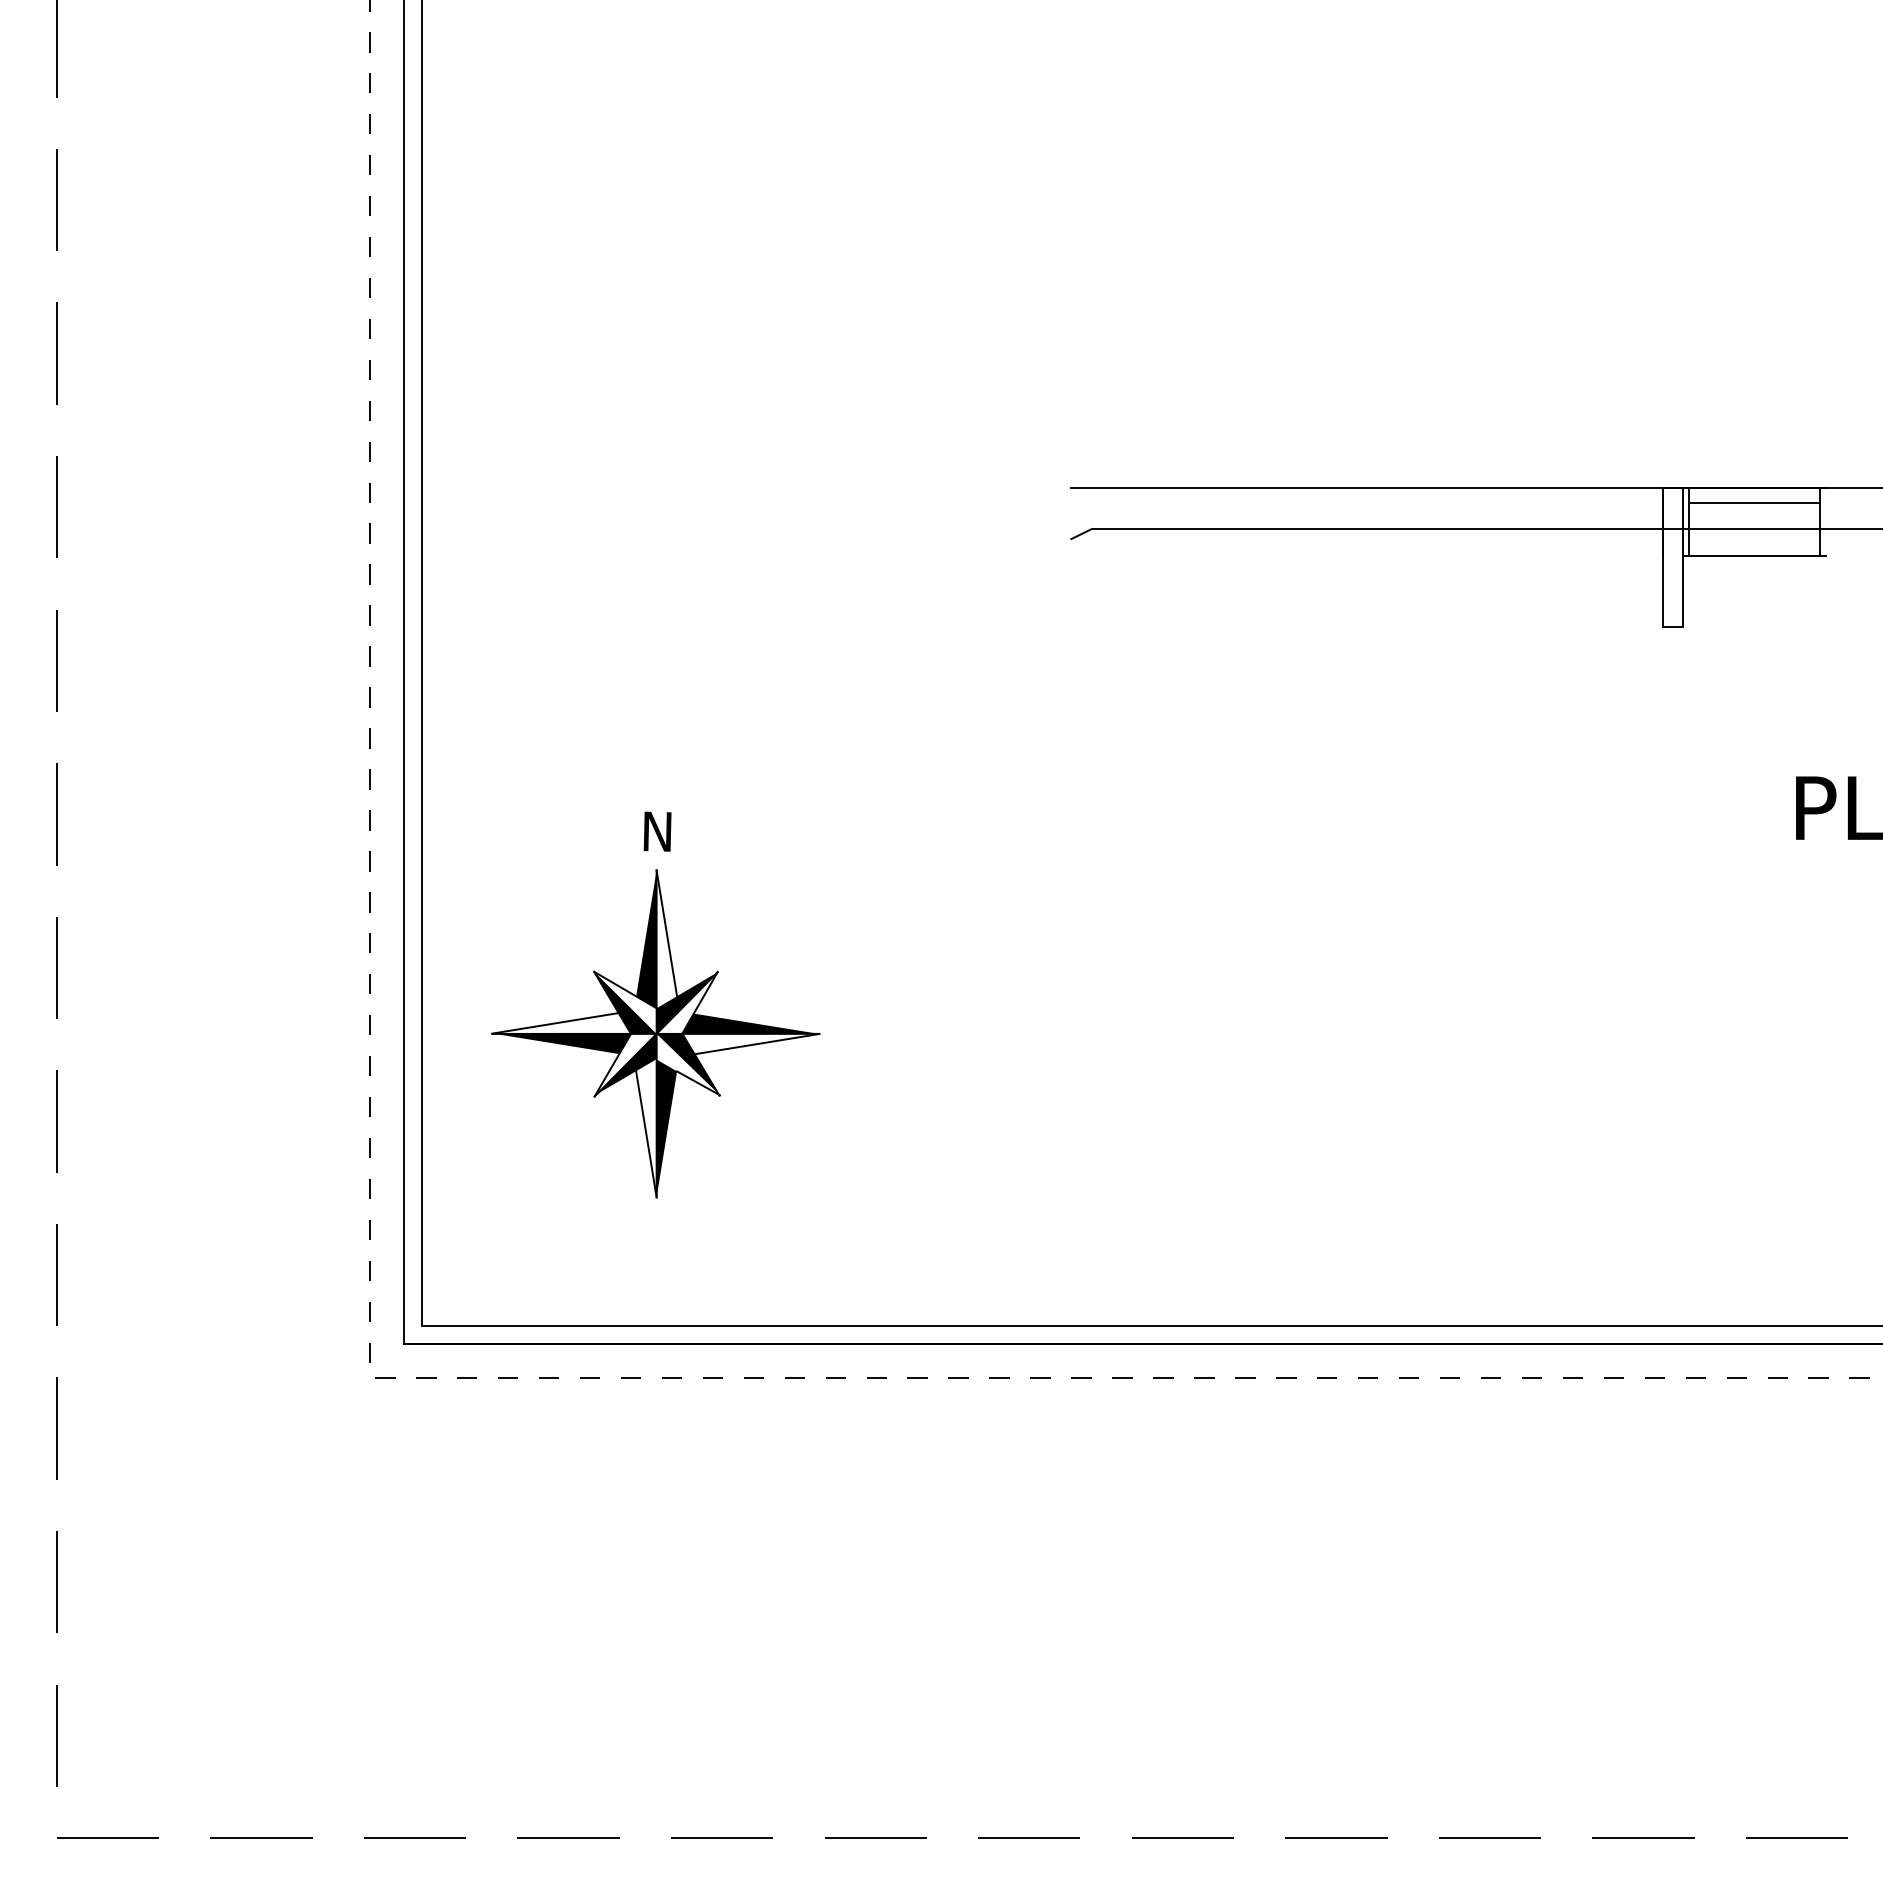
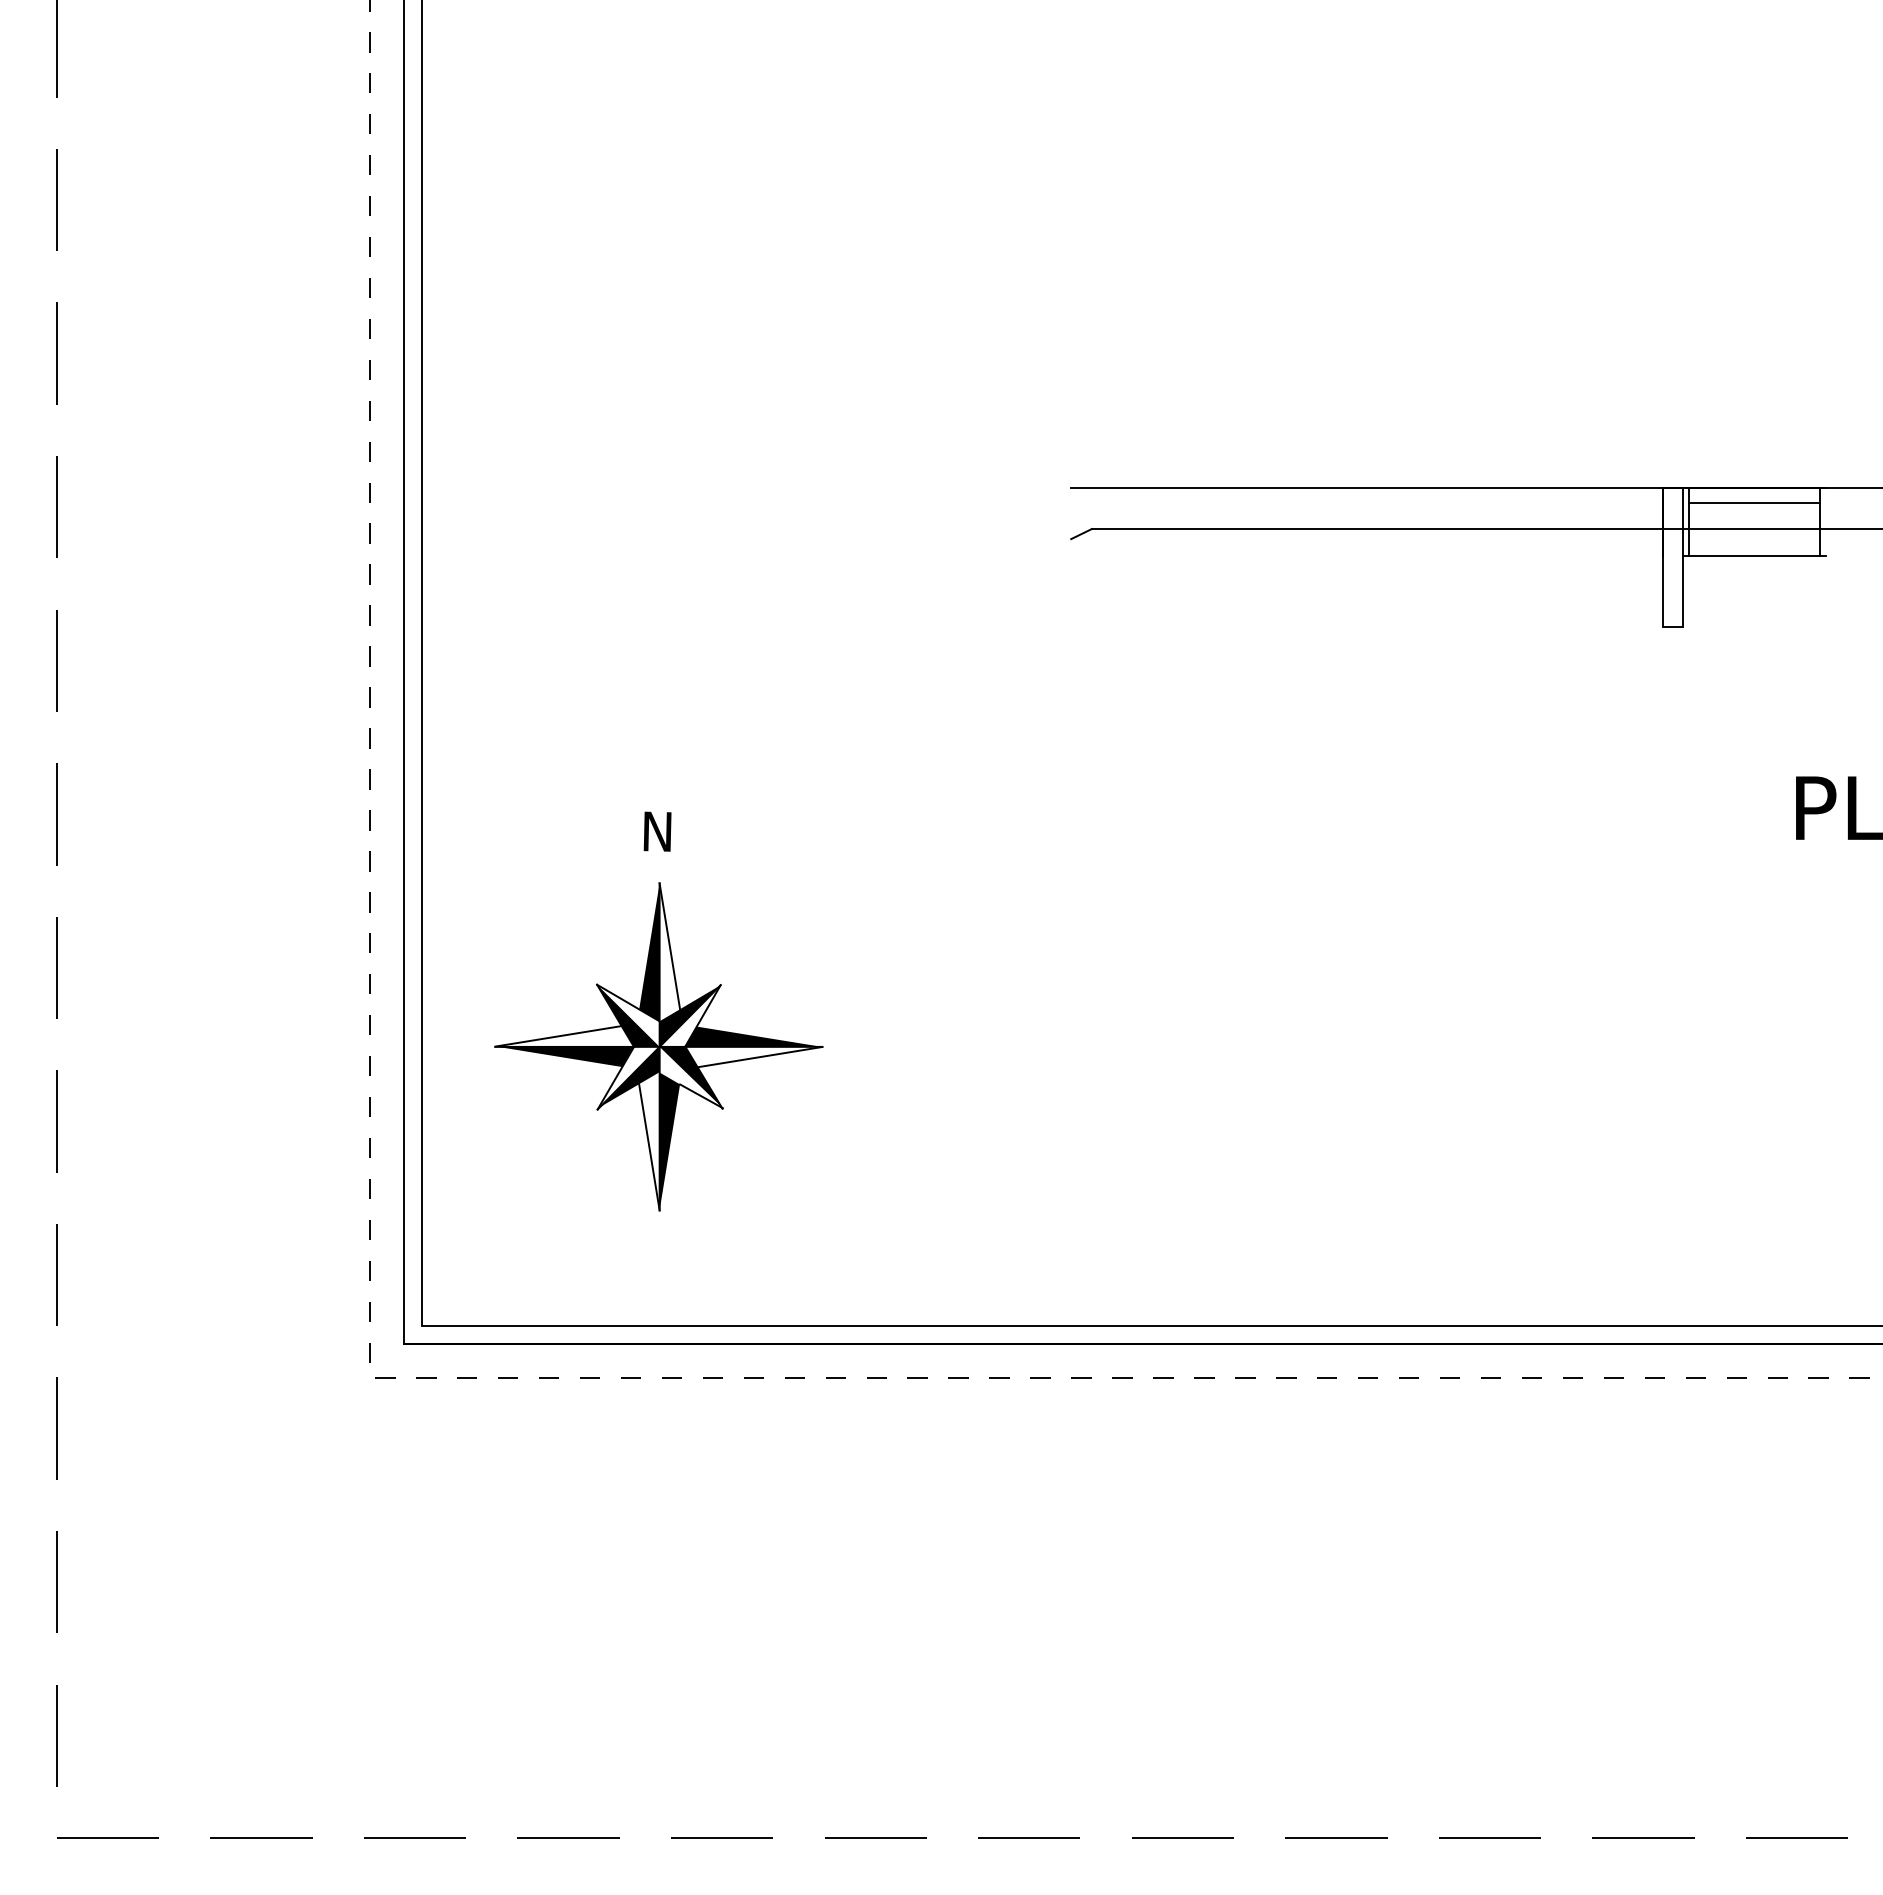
part at (655, 1033) position: (655, 1033) -> (658, 1046)
